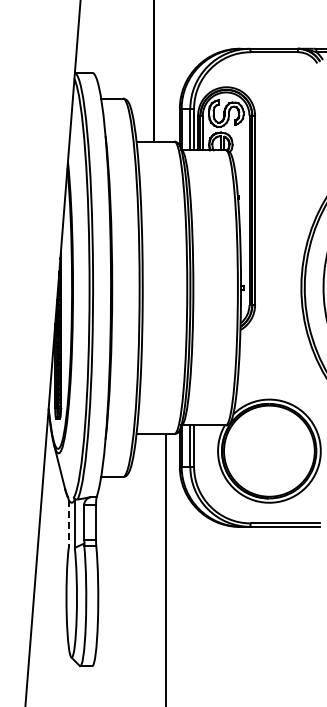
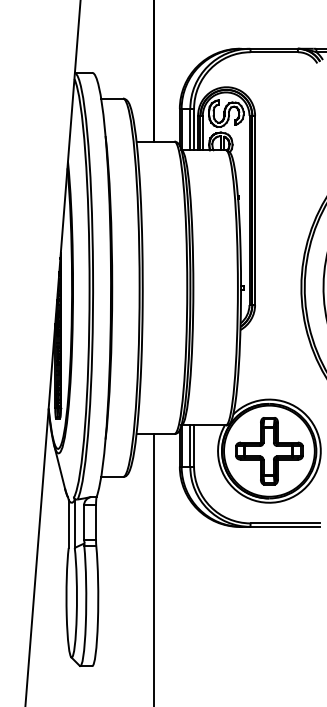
part at (269, 451): none -> present
line at (68, 523): dashed -> solid
line at (166, 568) position: (166, 568) -> (154, 568)
